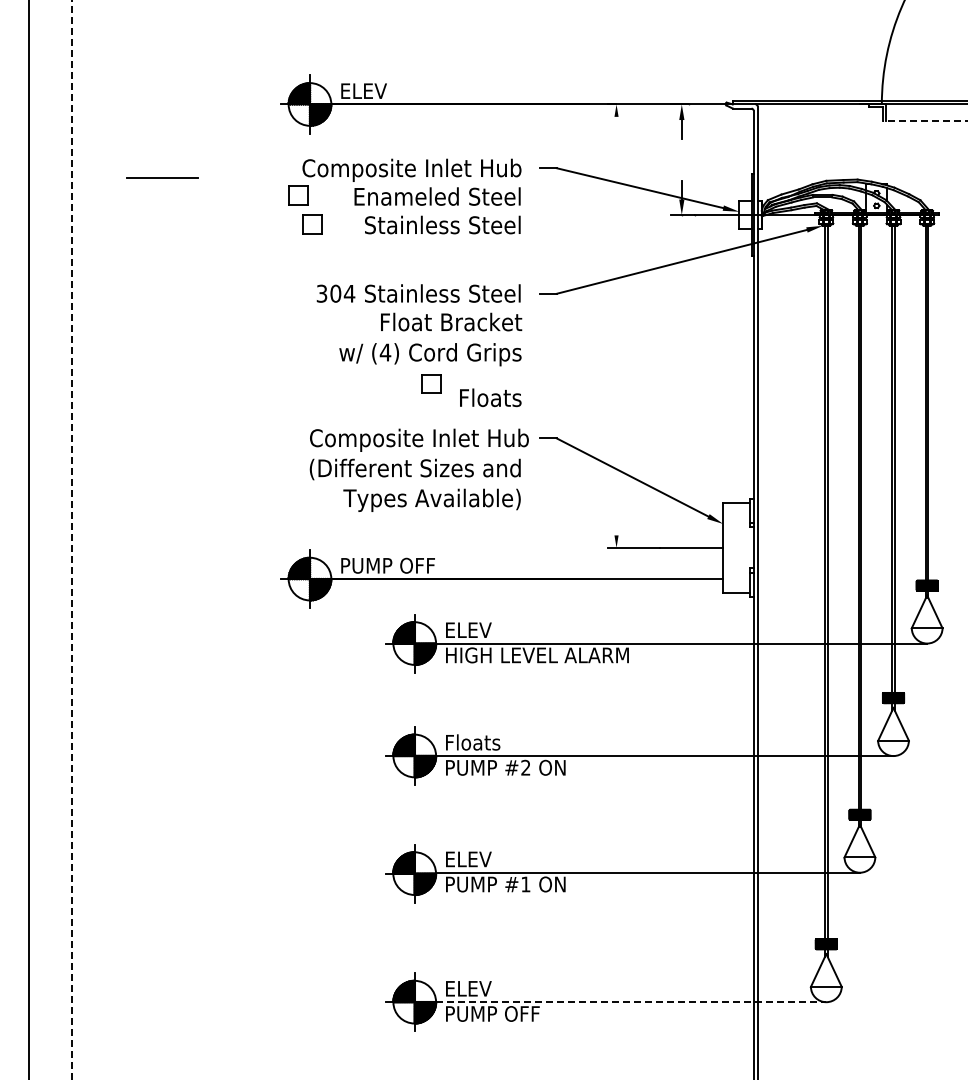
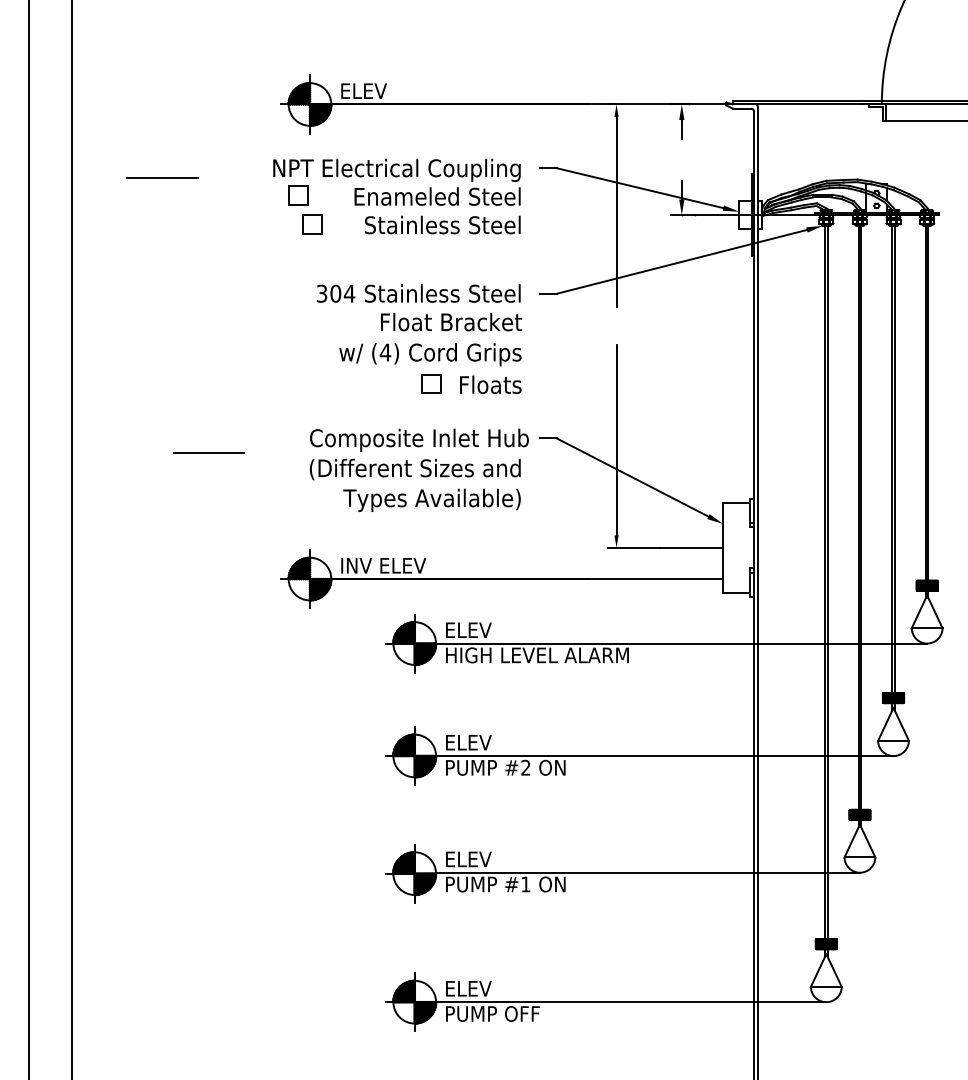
line at (924, 121): dashed -> solid
text at (397, 169): Composite Inlet Hub -> NPT Electrical Coupling
line at (616, 211): none -> present
text at (490, 397) position: (490, 397) -> (490, 384)
line at (616, 440): none -> present
line at (209, 453): none -> present
line at (71, 539): dashed -> solid
text at (388, 565): PUMP OFF -> INV ELEV
text at (473, 742): Floats -> ELEV
line at (631, 1002): dashed -> solid
